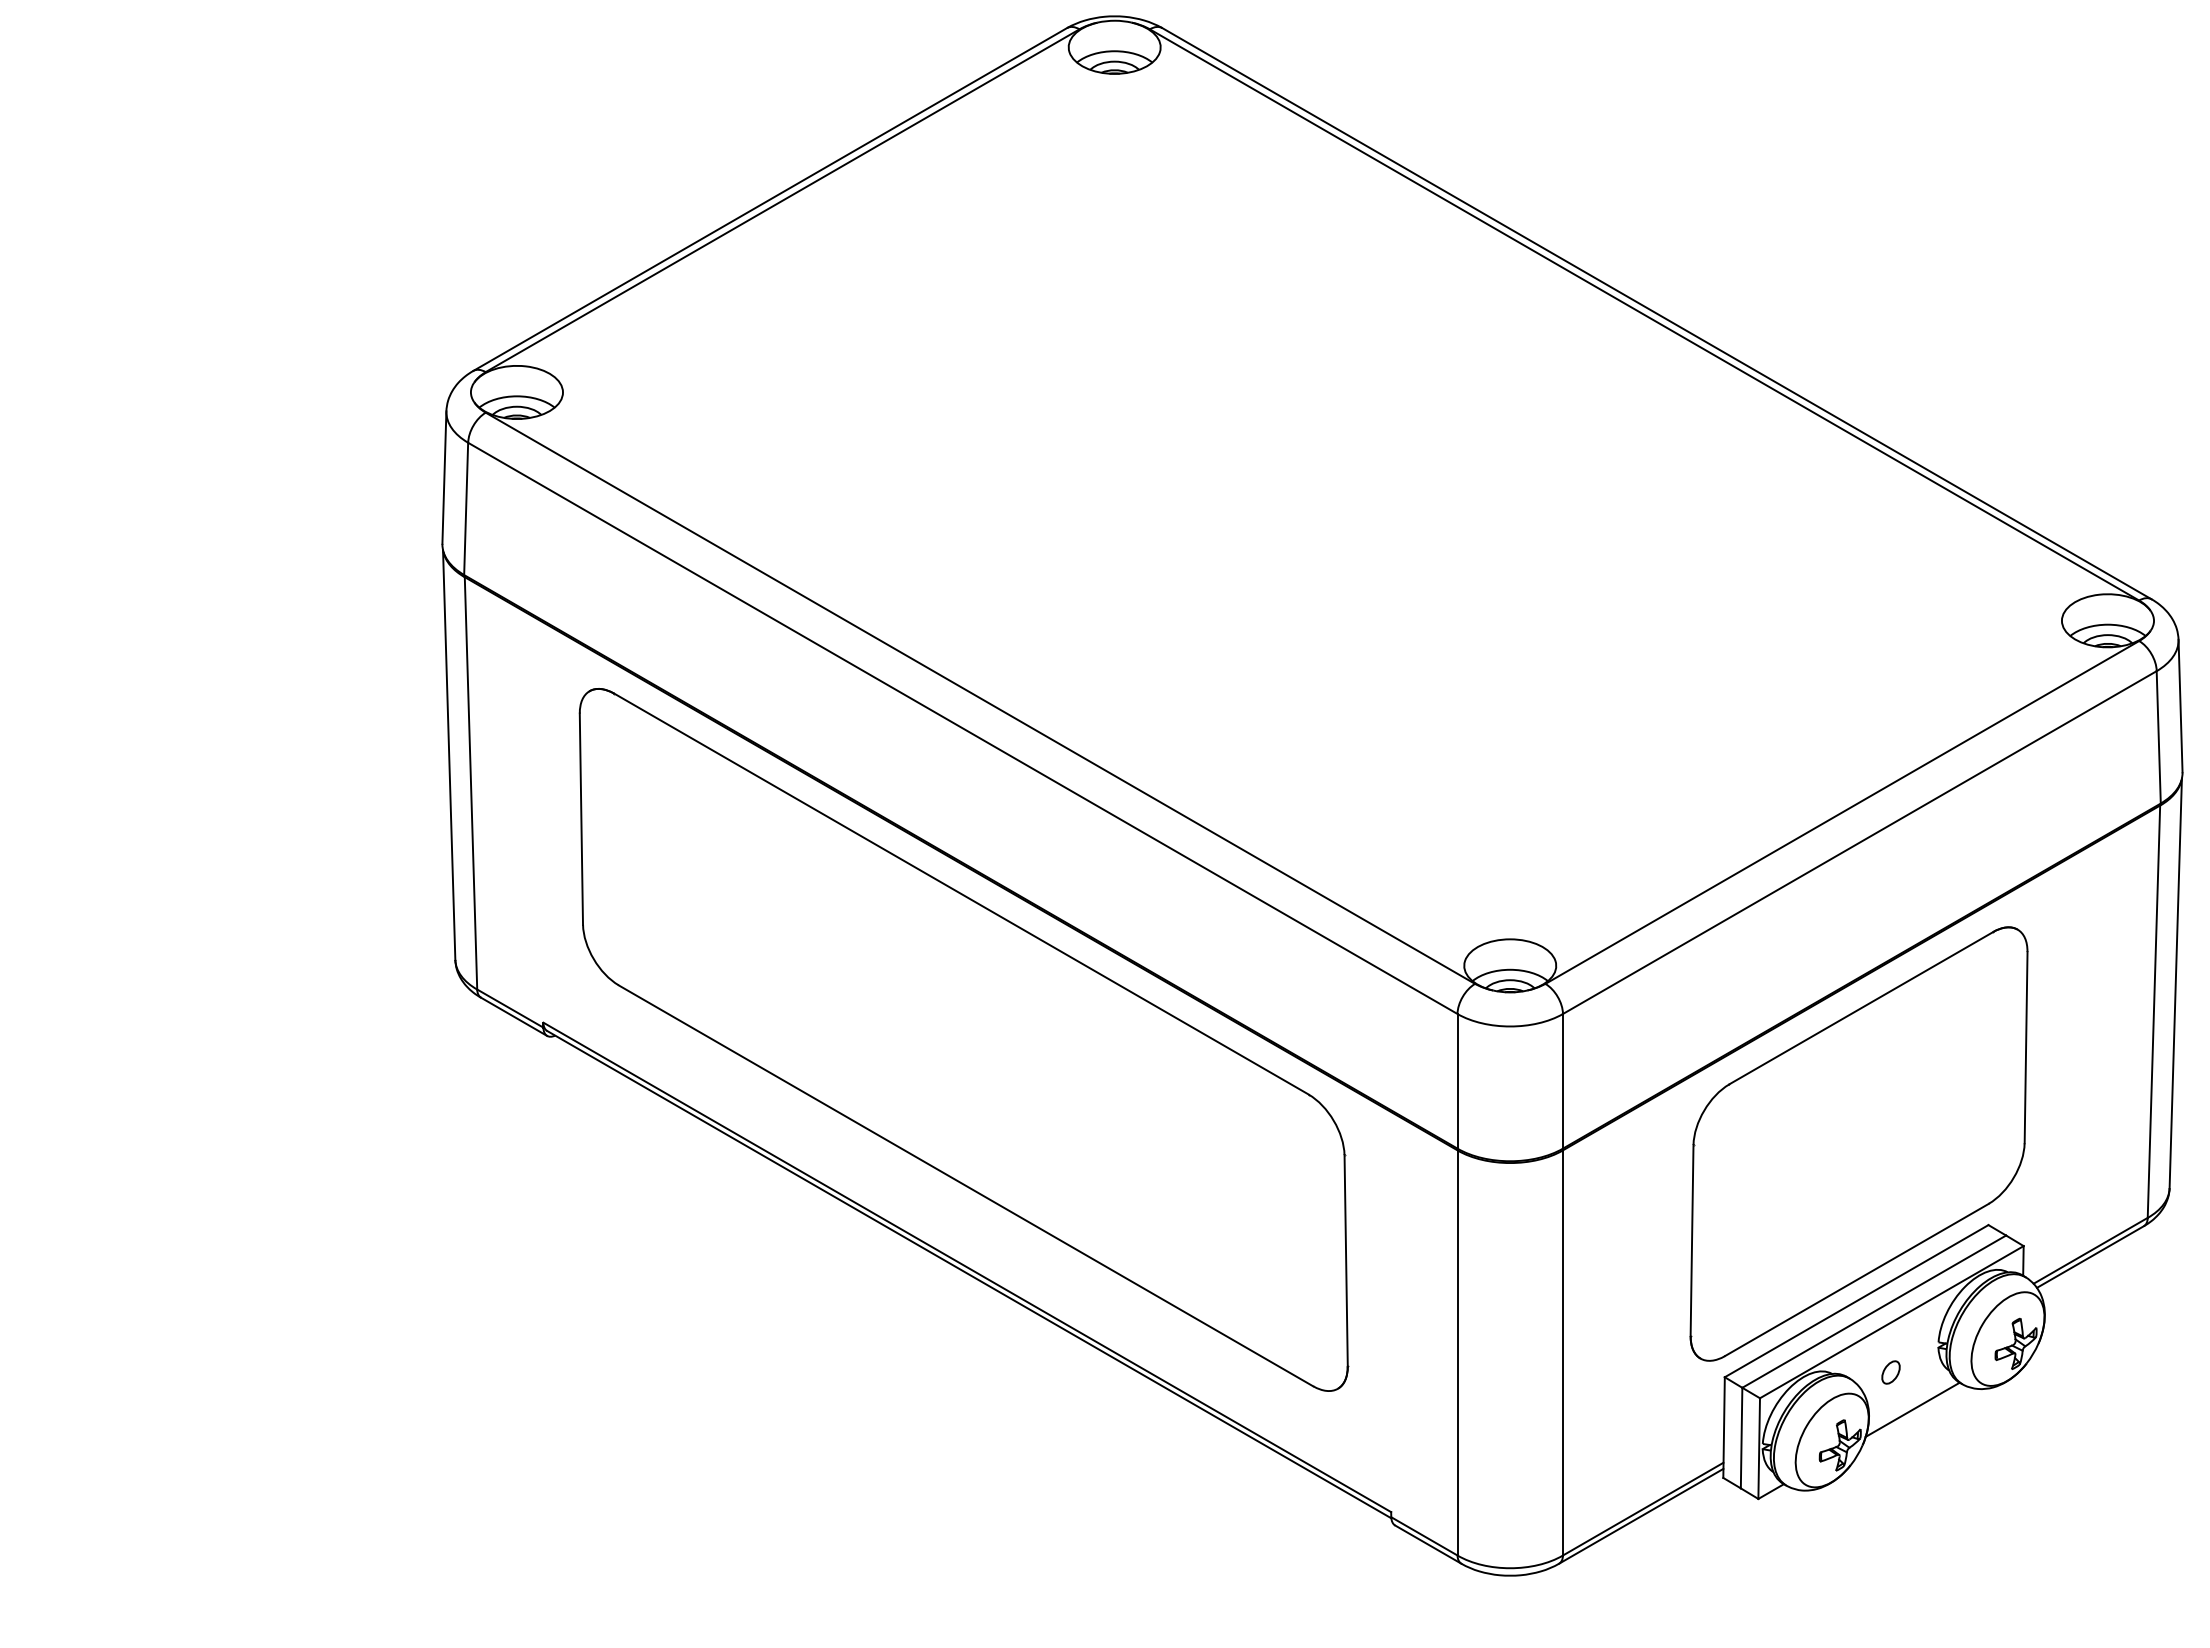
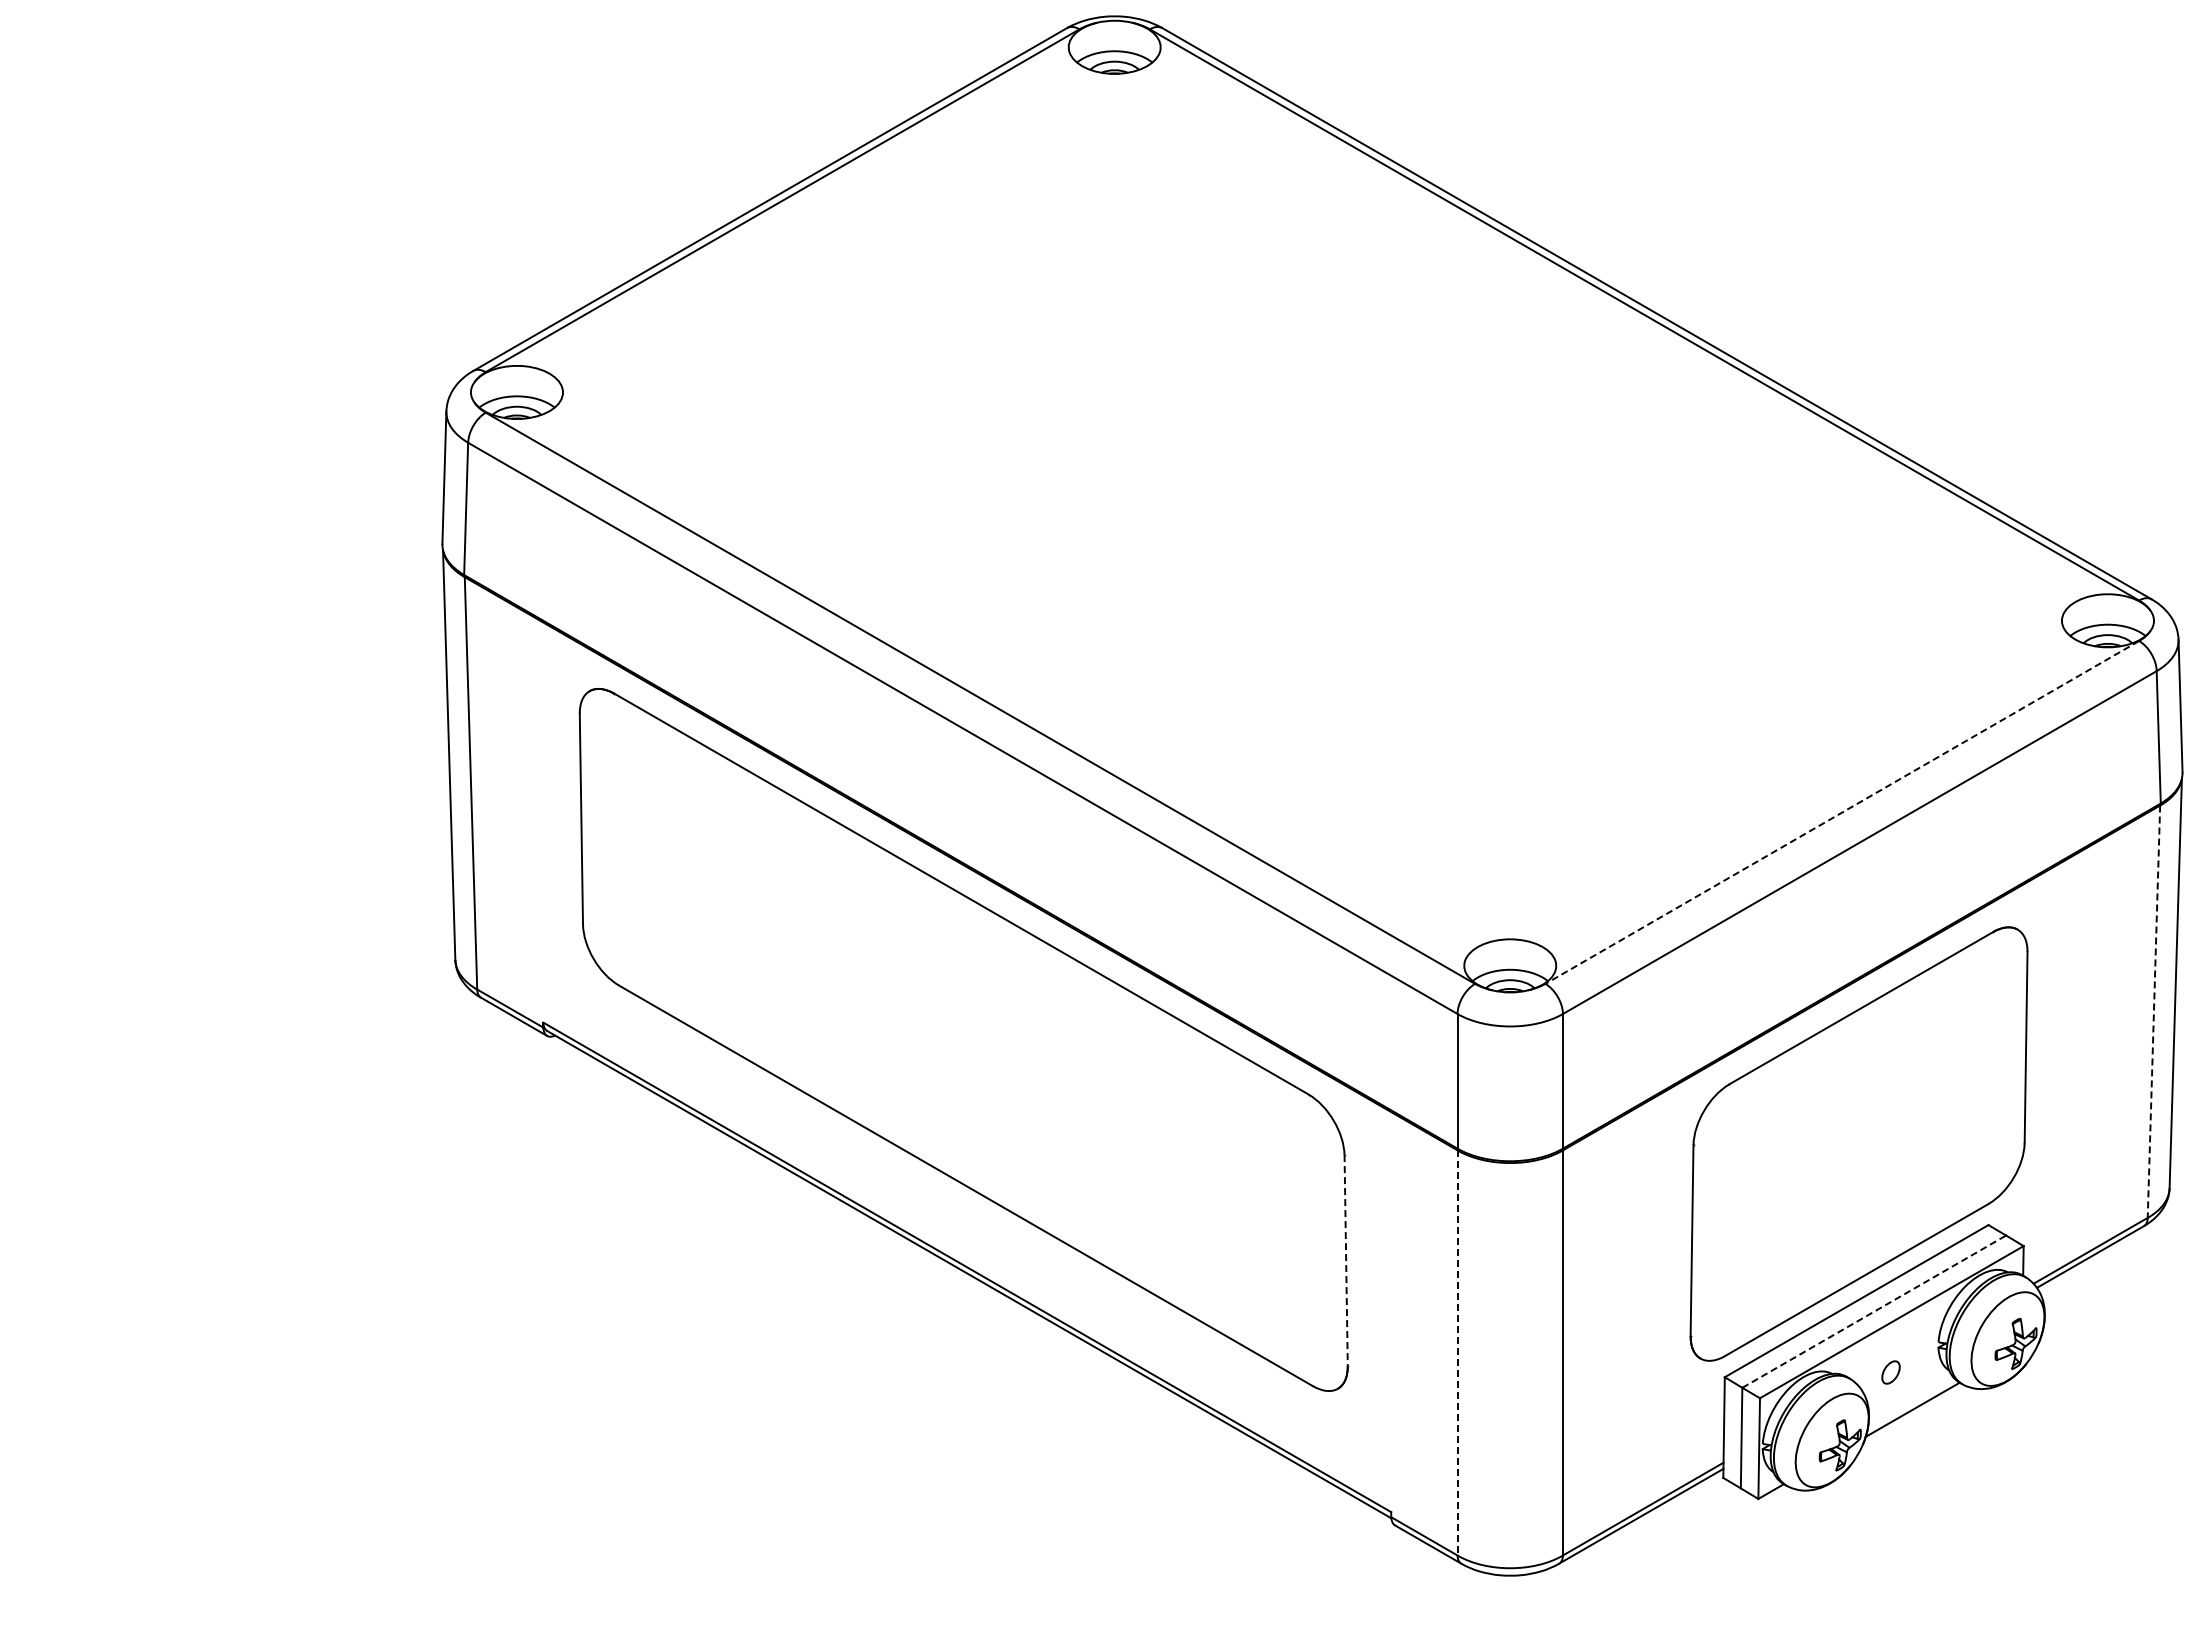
line at (1842, 812): solid -> dashed
line at (2153, 1012): solid -> dashed
line at (1346, 1260): solid -> dashed
line at (1874, 1311): solid -> dashed
line at (1457, 1352): solid -> dashed
